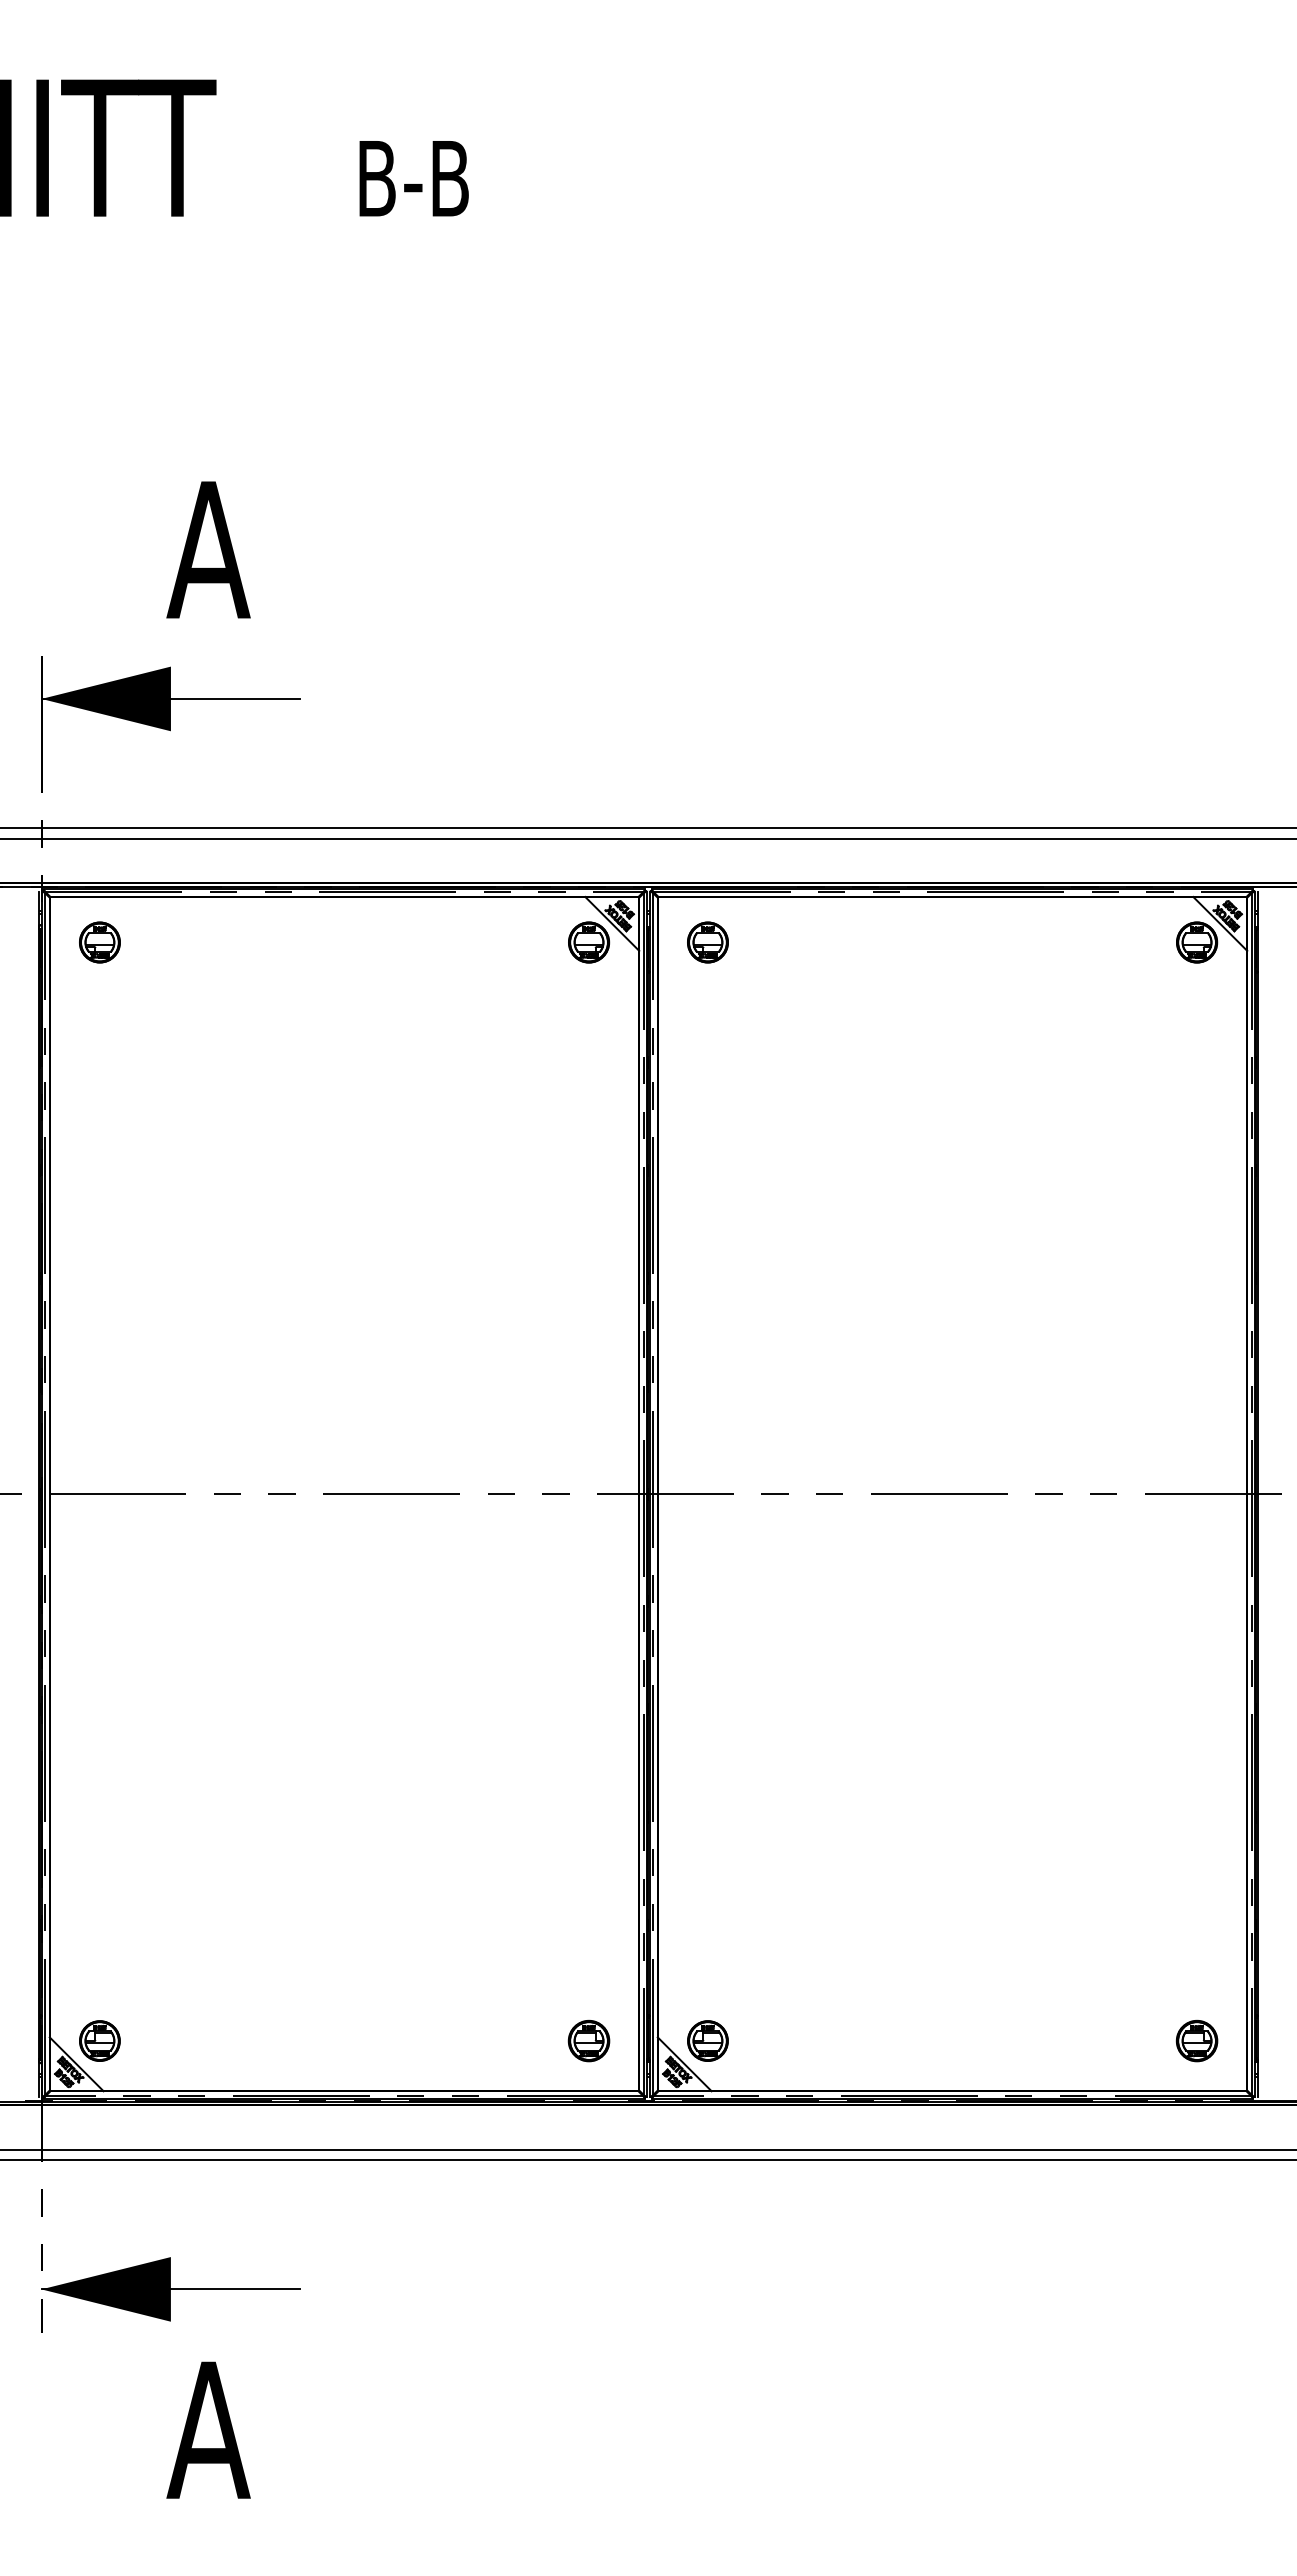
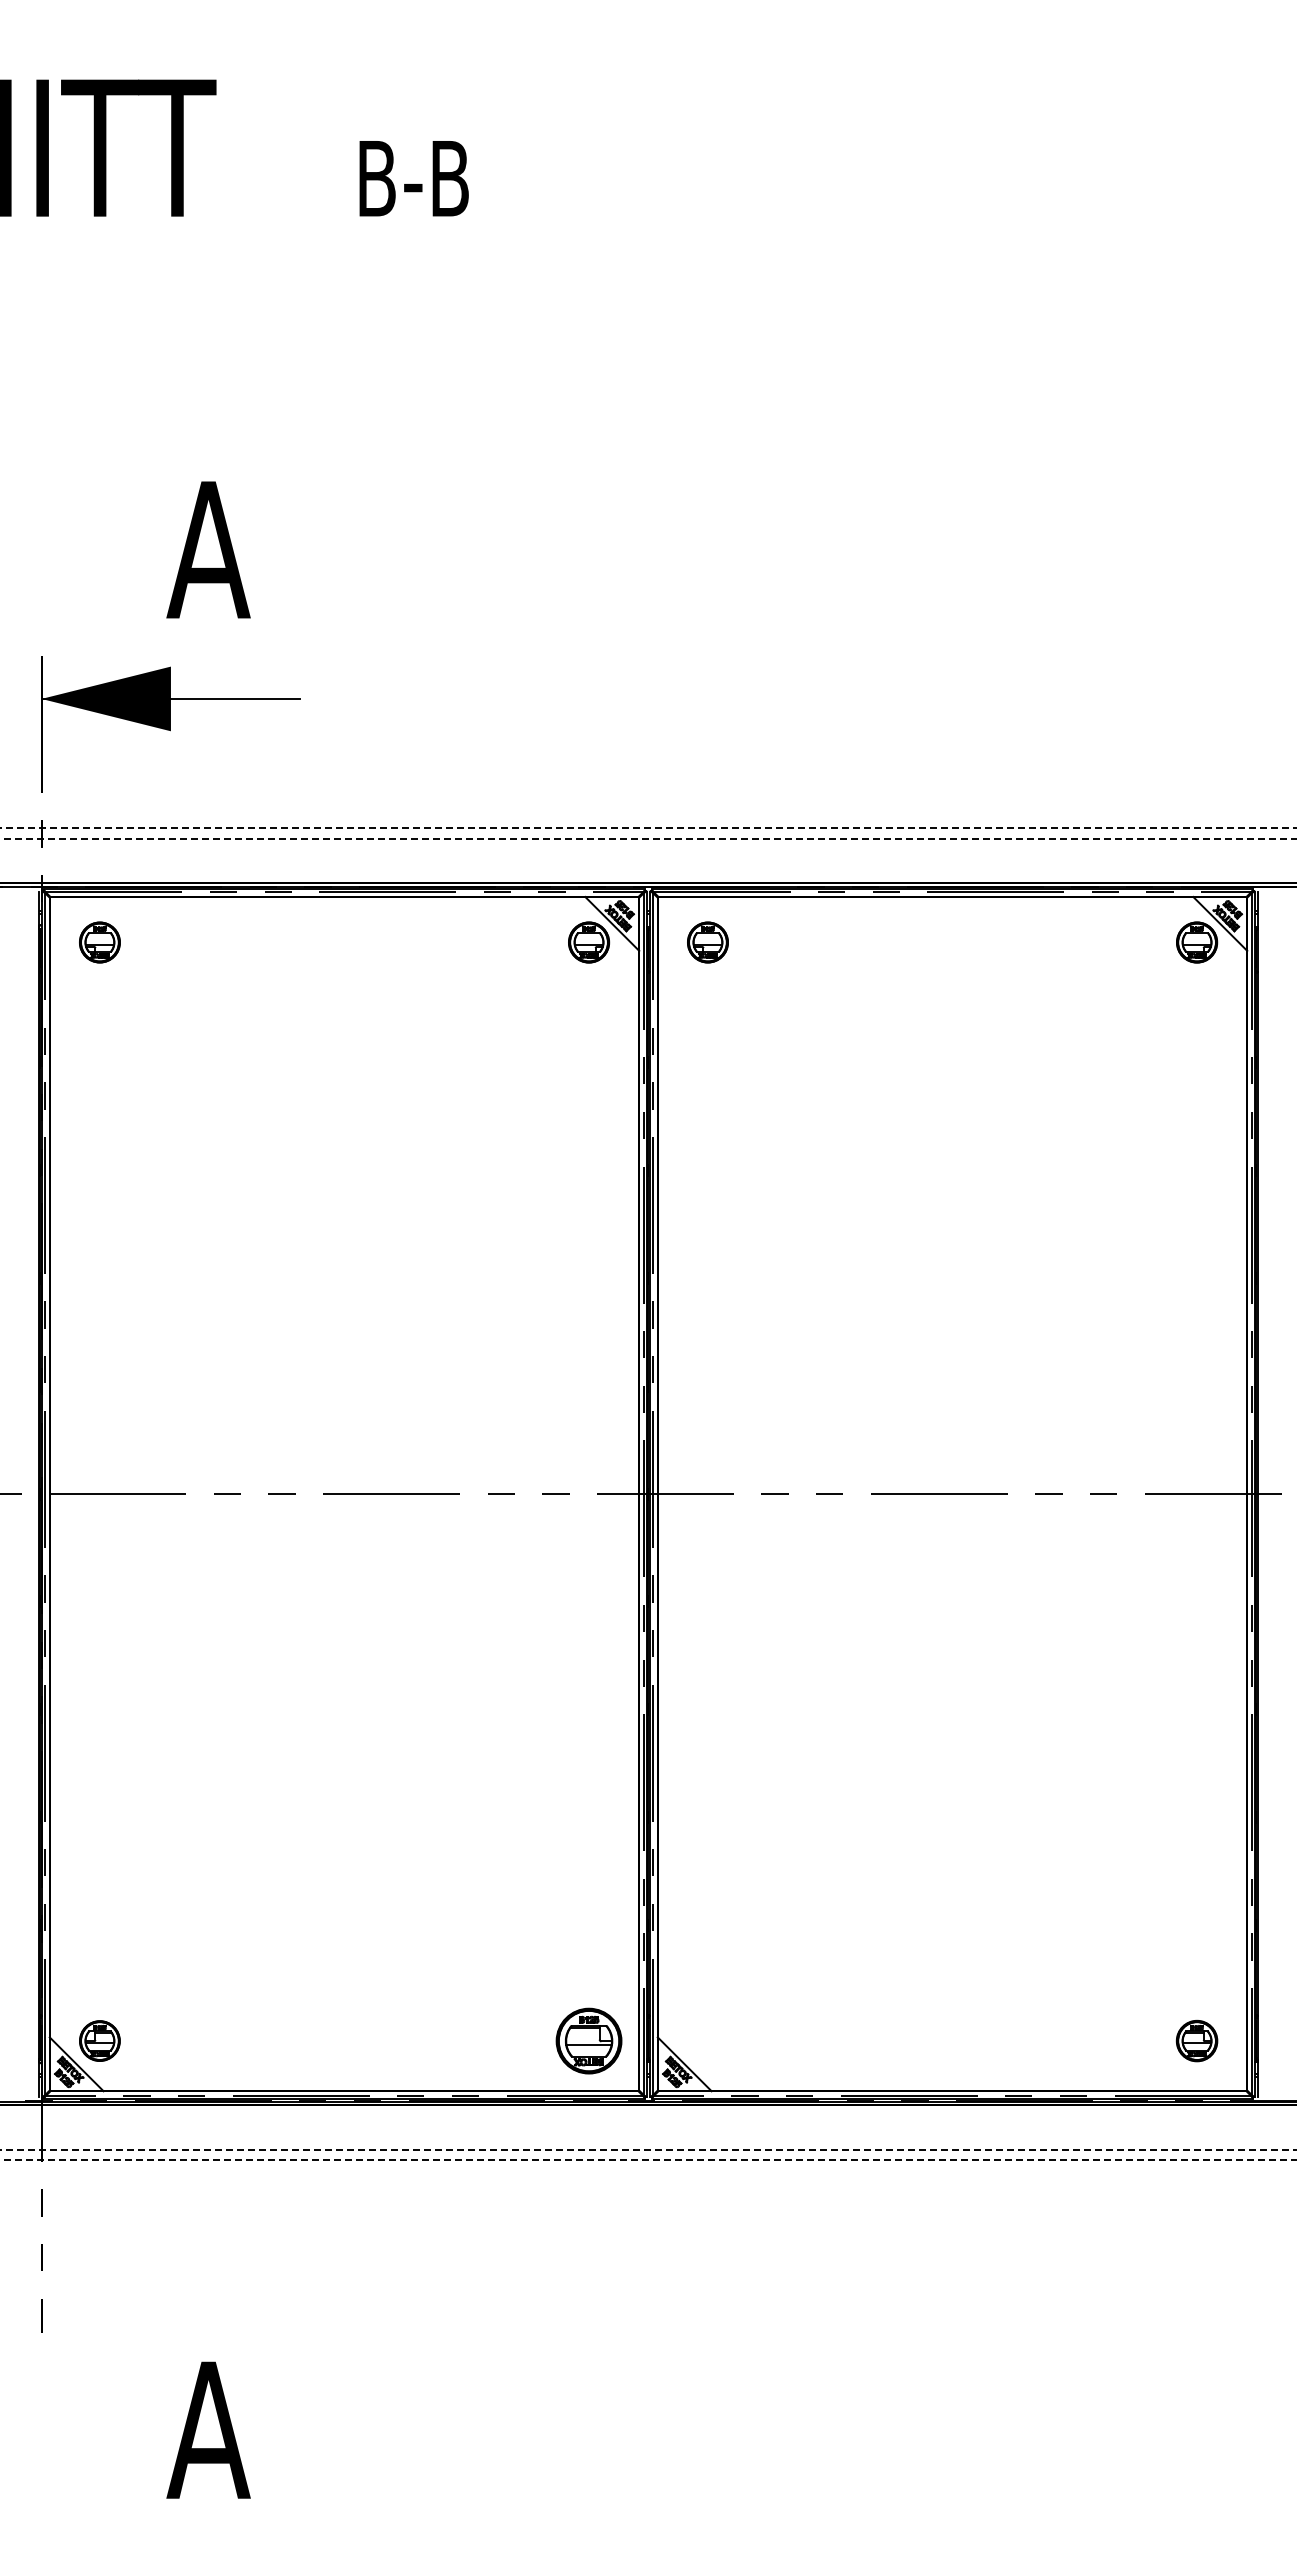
line at (648, 827): solid -> dashed
line at (648, 838): solid -> dashed
part at (588, 2040) size: 44x44 px -> 68x68 px
part at (707, 2040): present -> none
line at (648, 2149): solid -> dashed
line at (648, 2160): solid -> dashed
part at (170, 2289): present -> none
